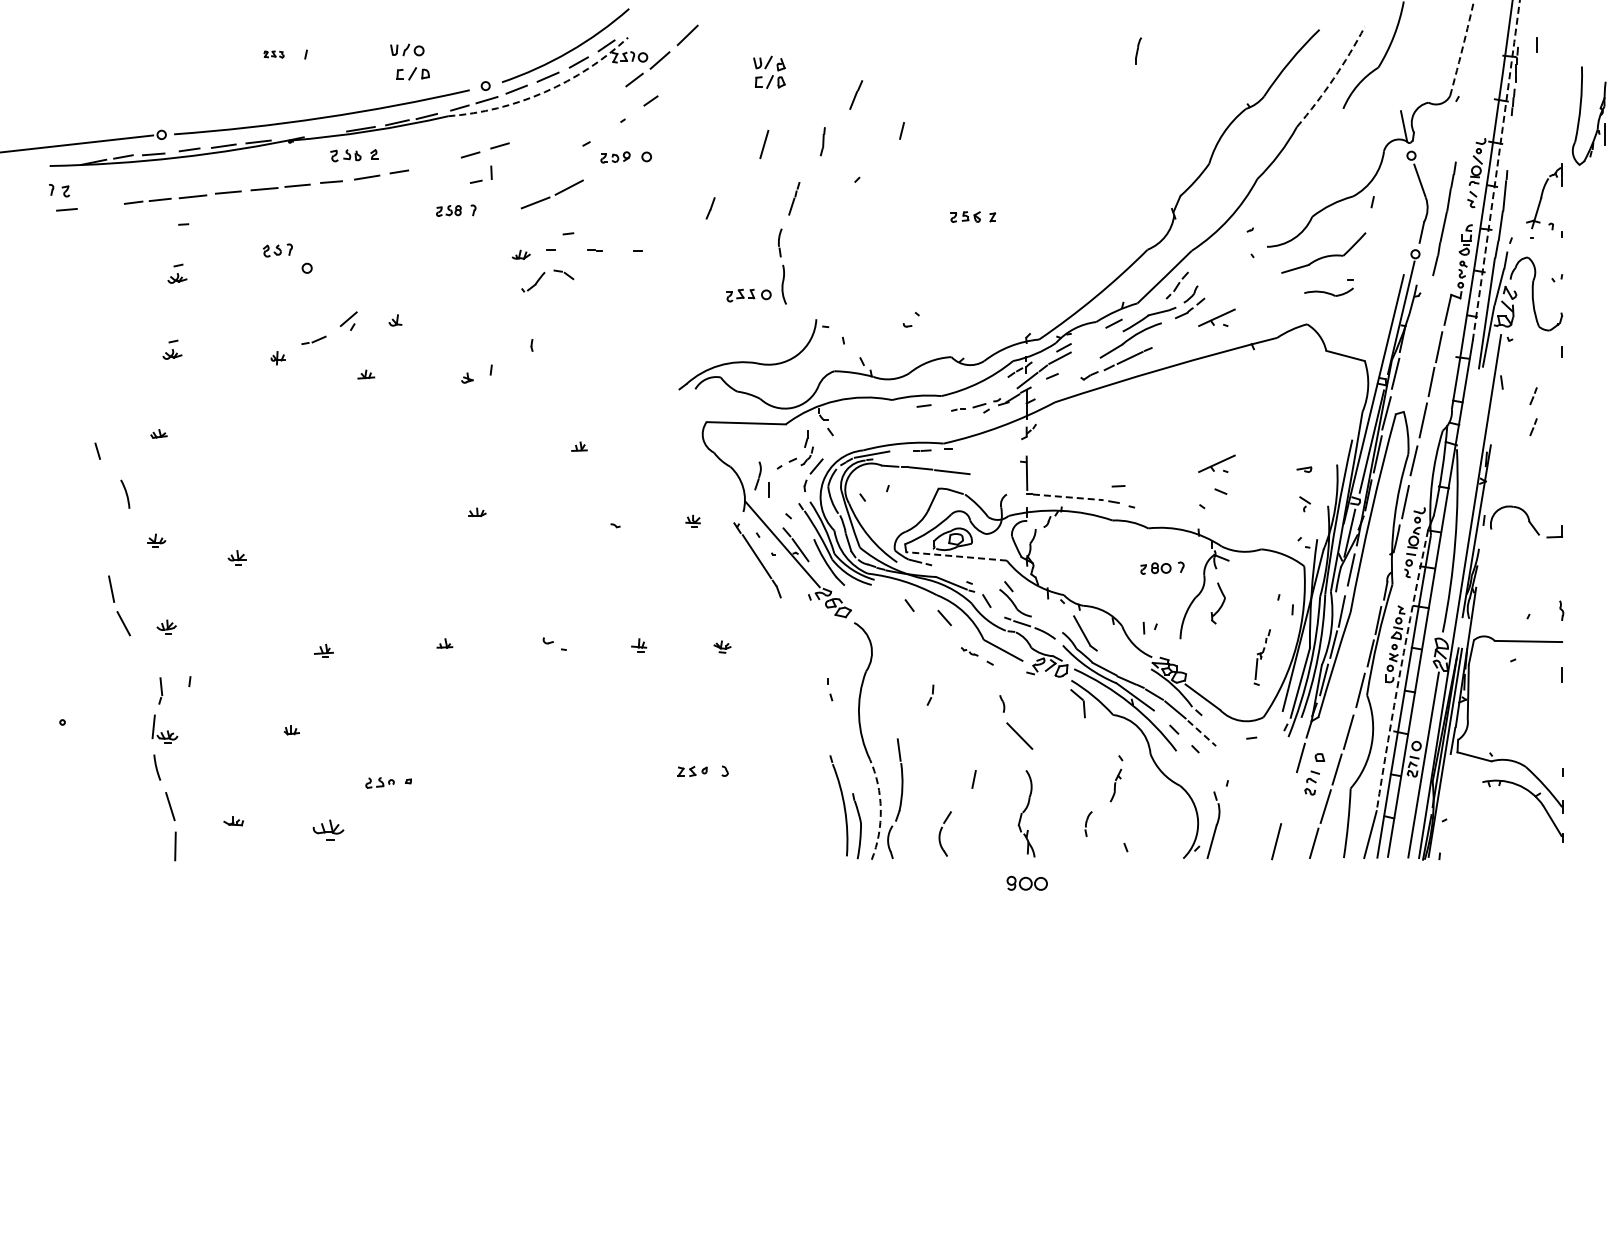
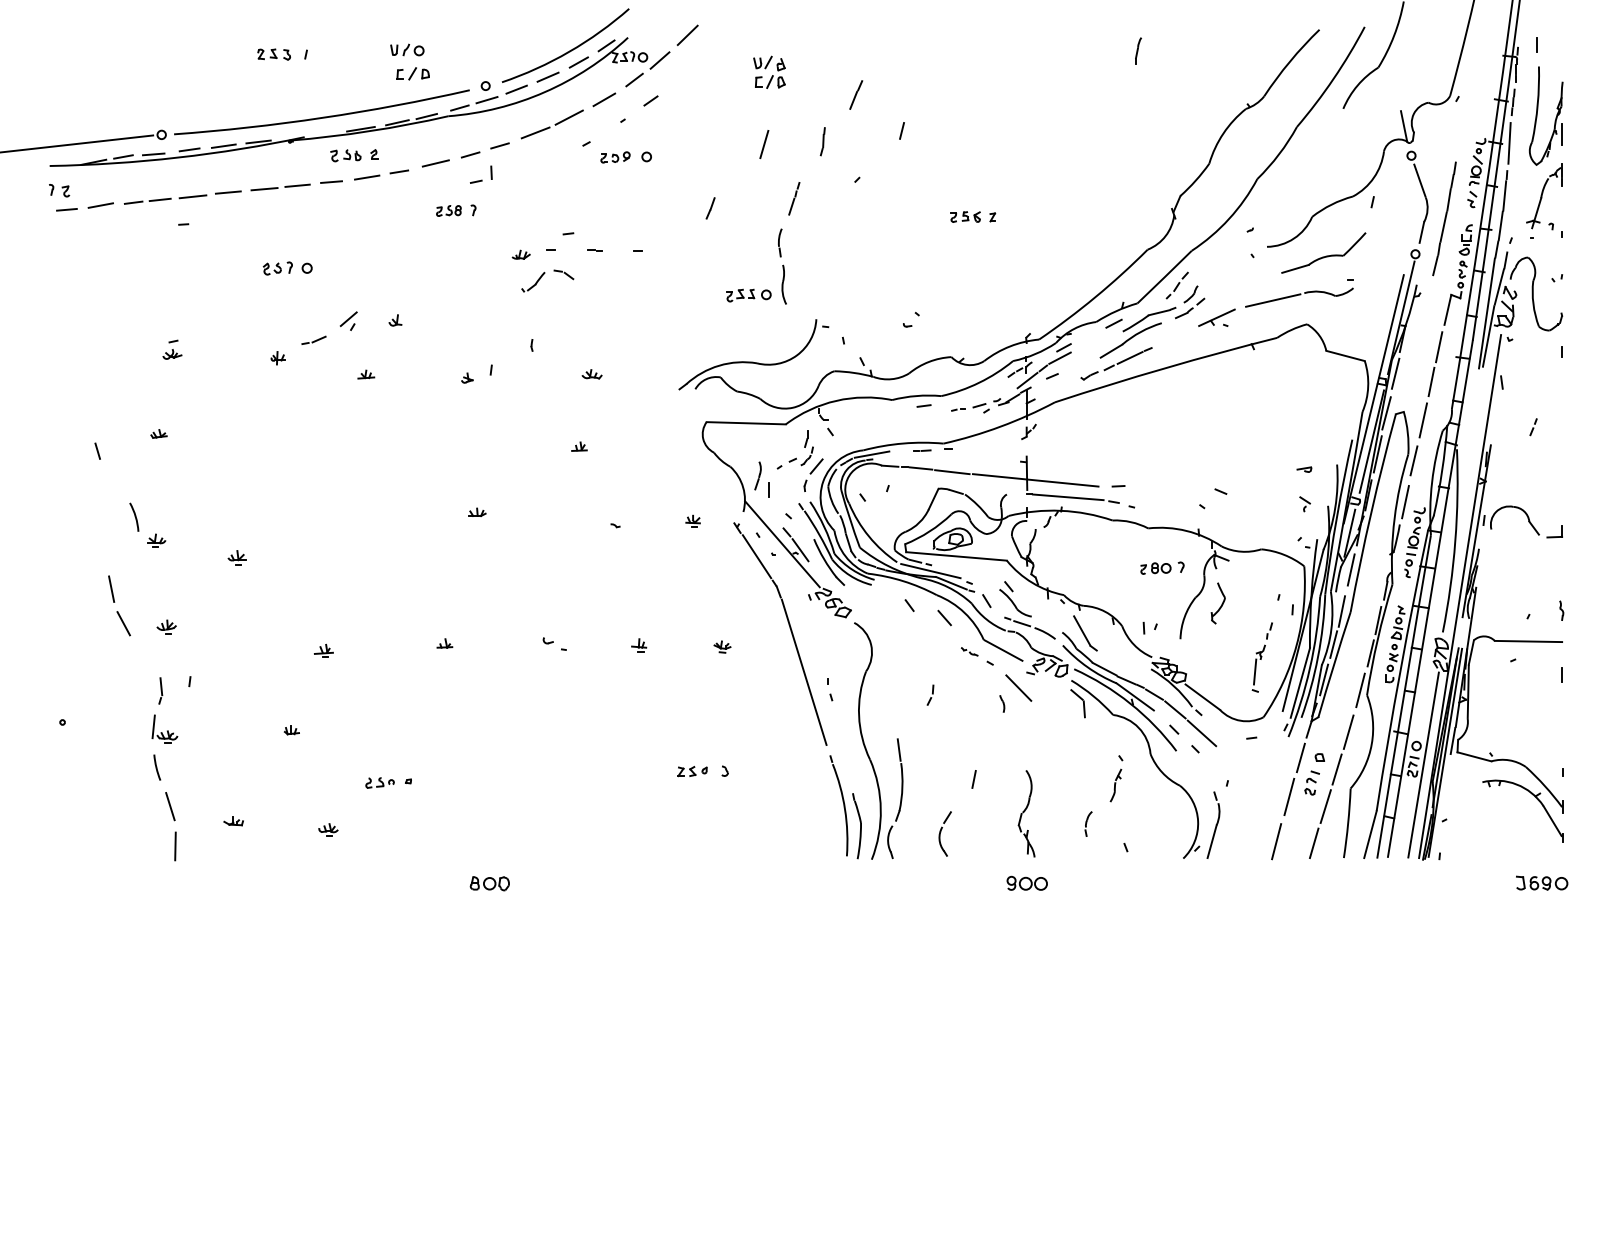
arc at (1462, 47): dashed -> solid
part at (273, 54) size: 22x9 px -> 34x13 px
arc at (1333, 78): dashed -> solid
arc at (544, 92): dashed -> solid
line at (604, 99): none -> present
part at (1580, 115) position: (1580, 115) -> (1537, 115)
line at (1509, 143): none -> present
line at (435, 163): none -> present
arc at (1496, 170): dashed -> solid
part at (551, 194) position: (551, 194) -> (551, 124)
line at (100, 205): none -> present
part at (277, 250) position: (277, 250) -> (277, 268)
part at (177, 273): present -> none
line at (1273, 300): none -> present
part at (591, 374): none -> present
line at (1533, 396): present -> none
part at (1216, 463): present -> none
line at (1035, 480): none -> present
arc at (125, 493) position: (125, 493) -> (134, 516)
line at (1068, 497): dashed -> solid
line at (956, 556): dashed -> solid
line at (930, 571): none -> present
part at (1261, 657) size: 18x57 px -> 22x71 px
arc at (1400, 670): dashed -> solid
line at (803, 671): none -> present
line at (1202, 733): dashed -> solid
line at (1019, 735) position: (1019, 735) -> (1018, 687)
line at (1289, 796): none -> present
arc at (880, 809): dashed -> solid
part at (328, 829) size: 33x22 px -> 21x14 px
part at (1542, 882): none -> present
part at (489, 883): none -> present
